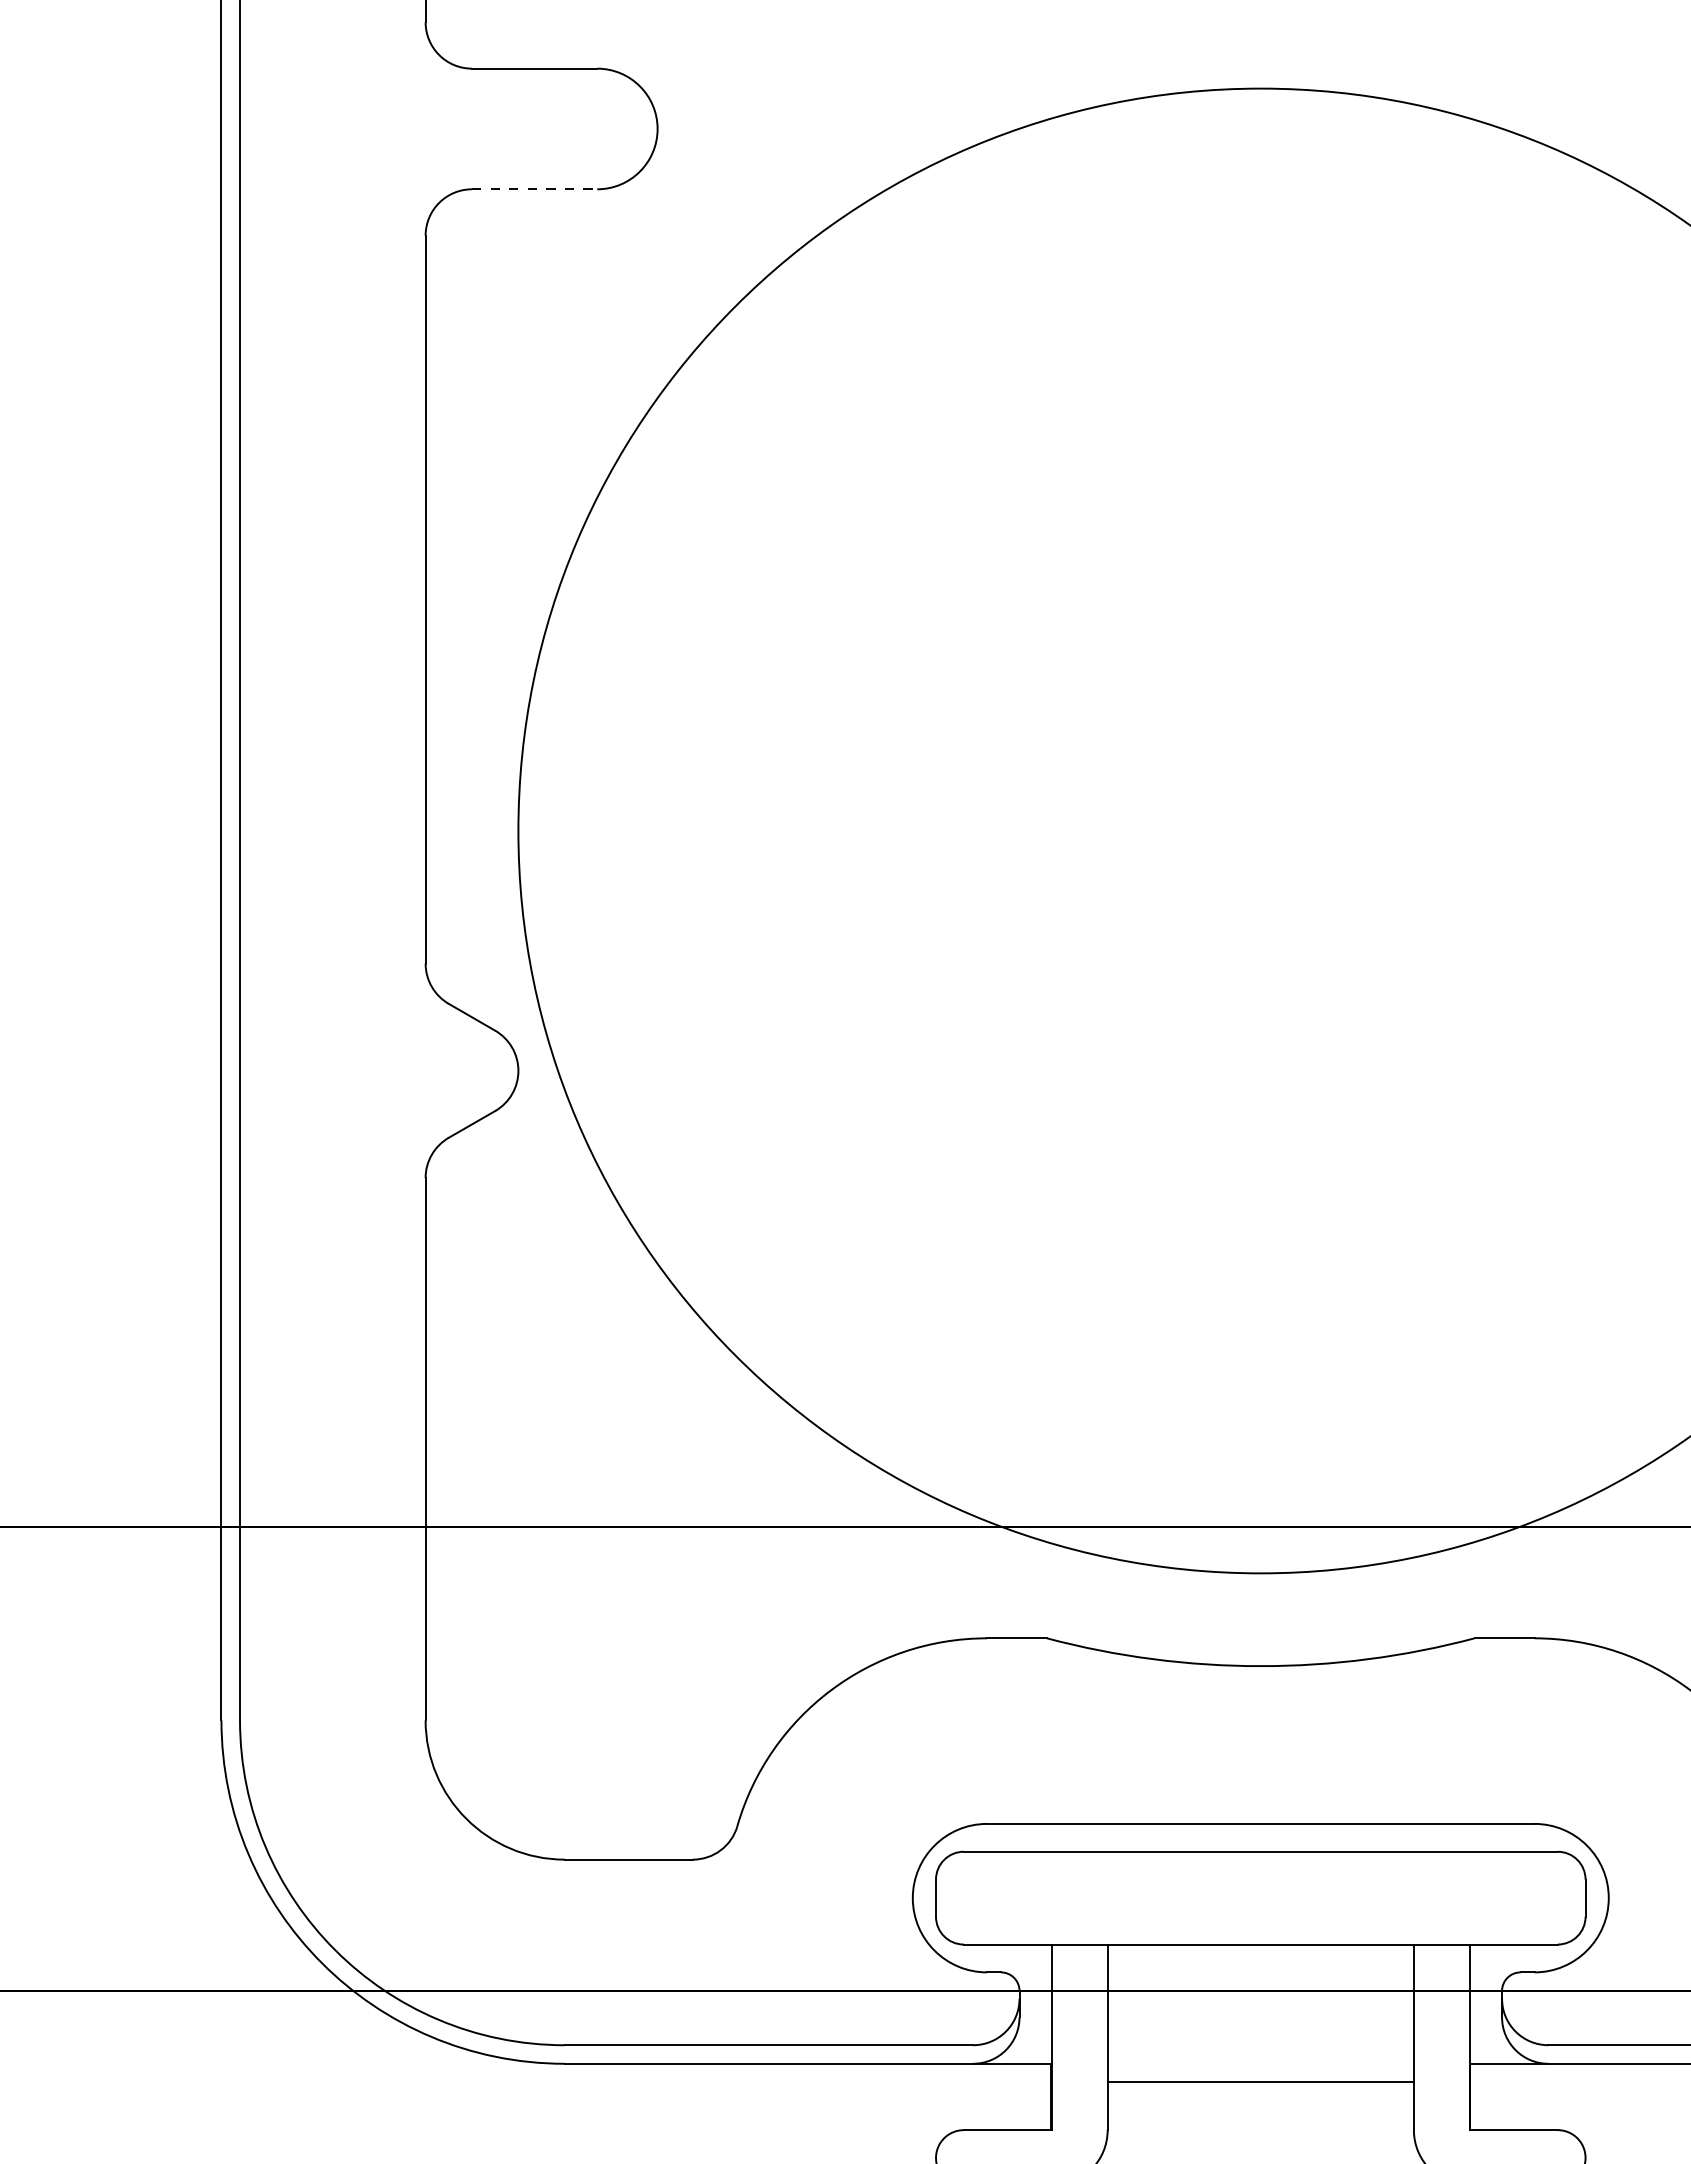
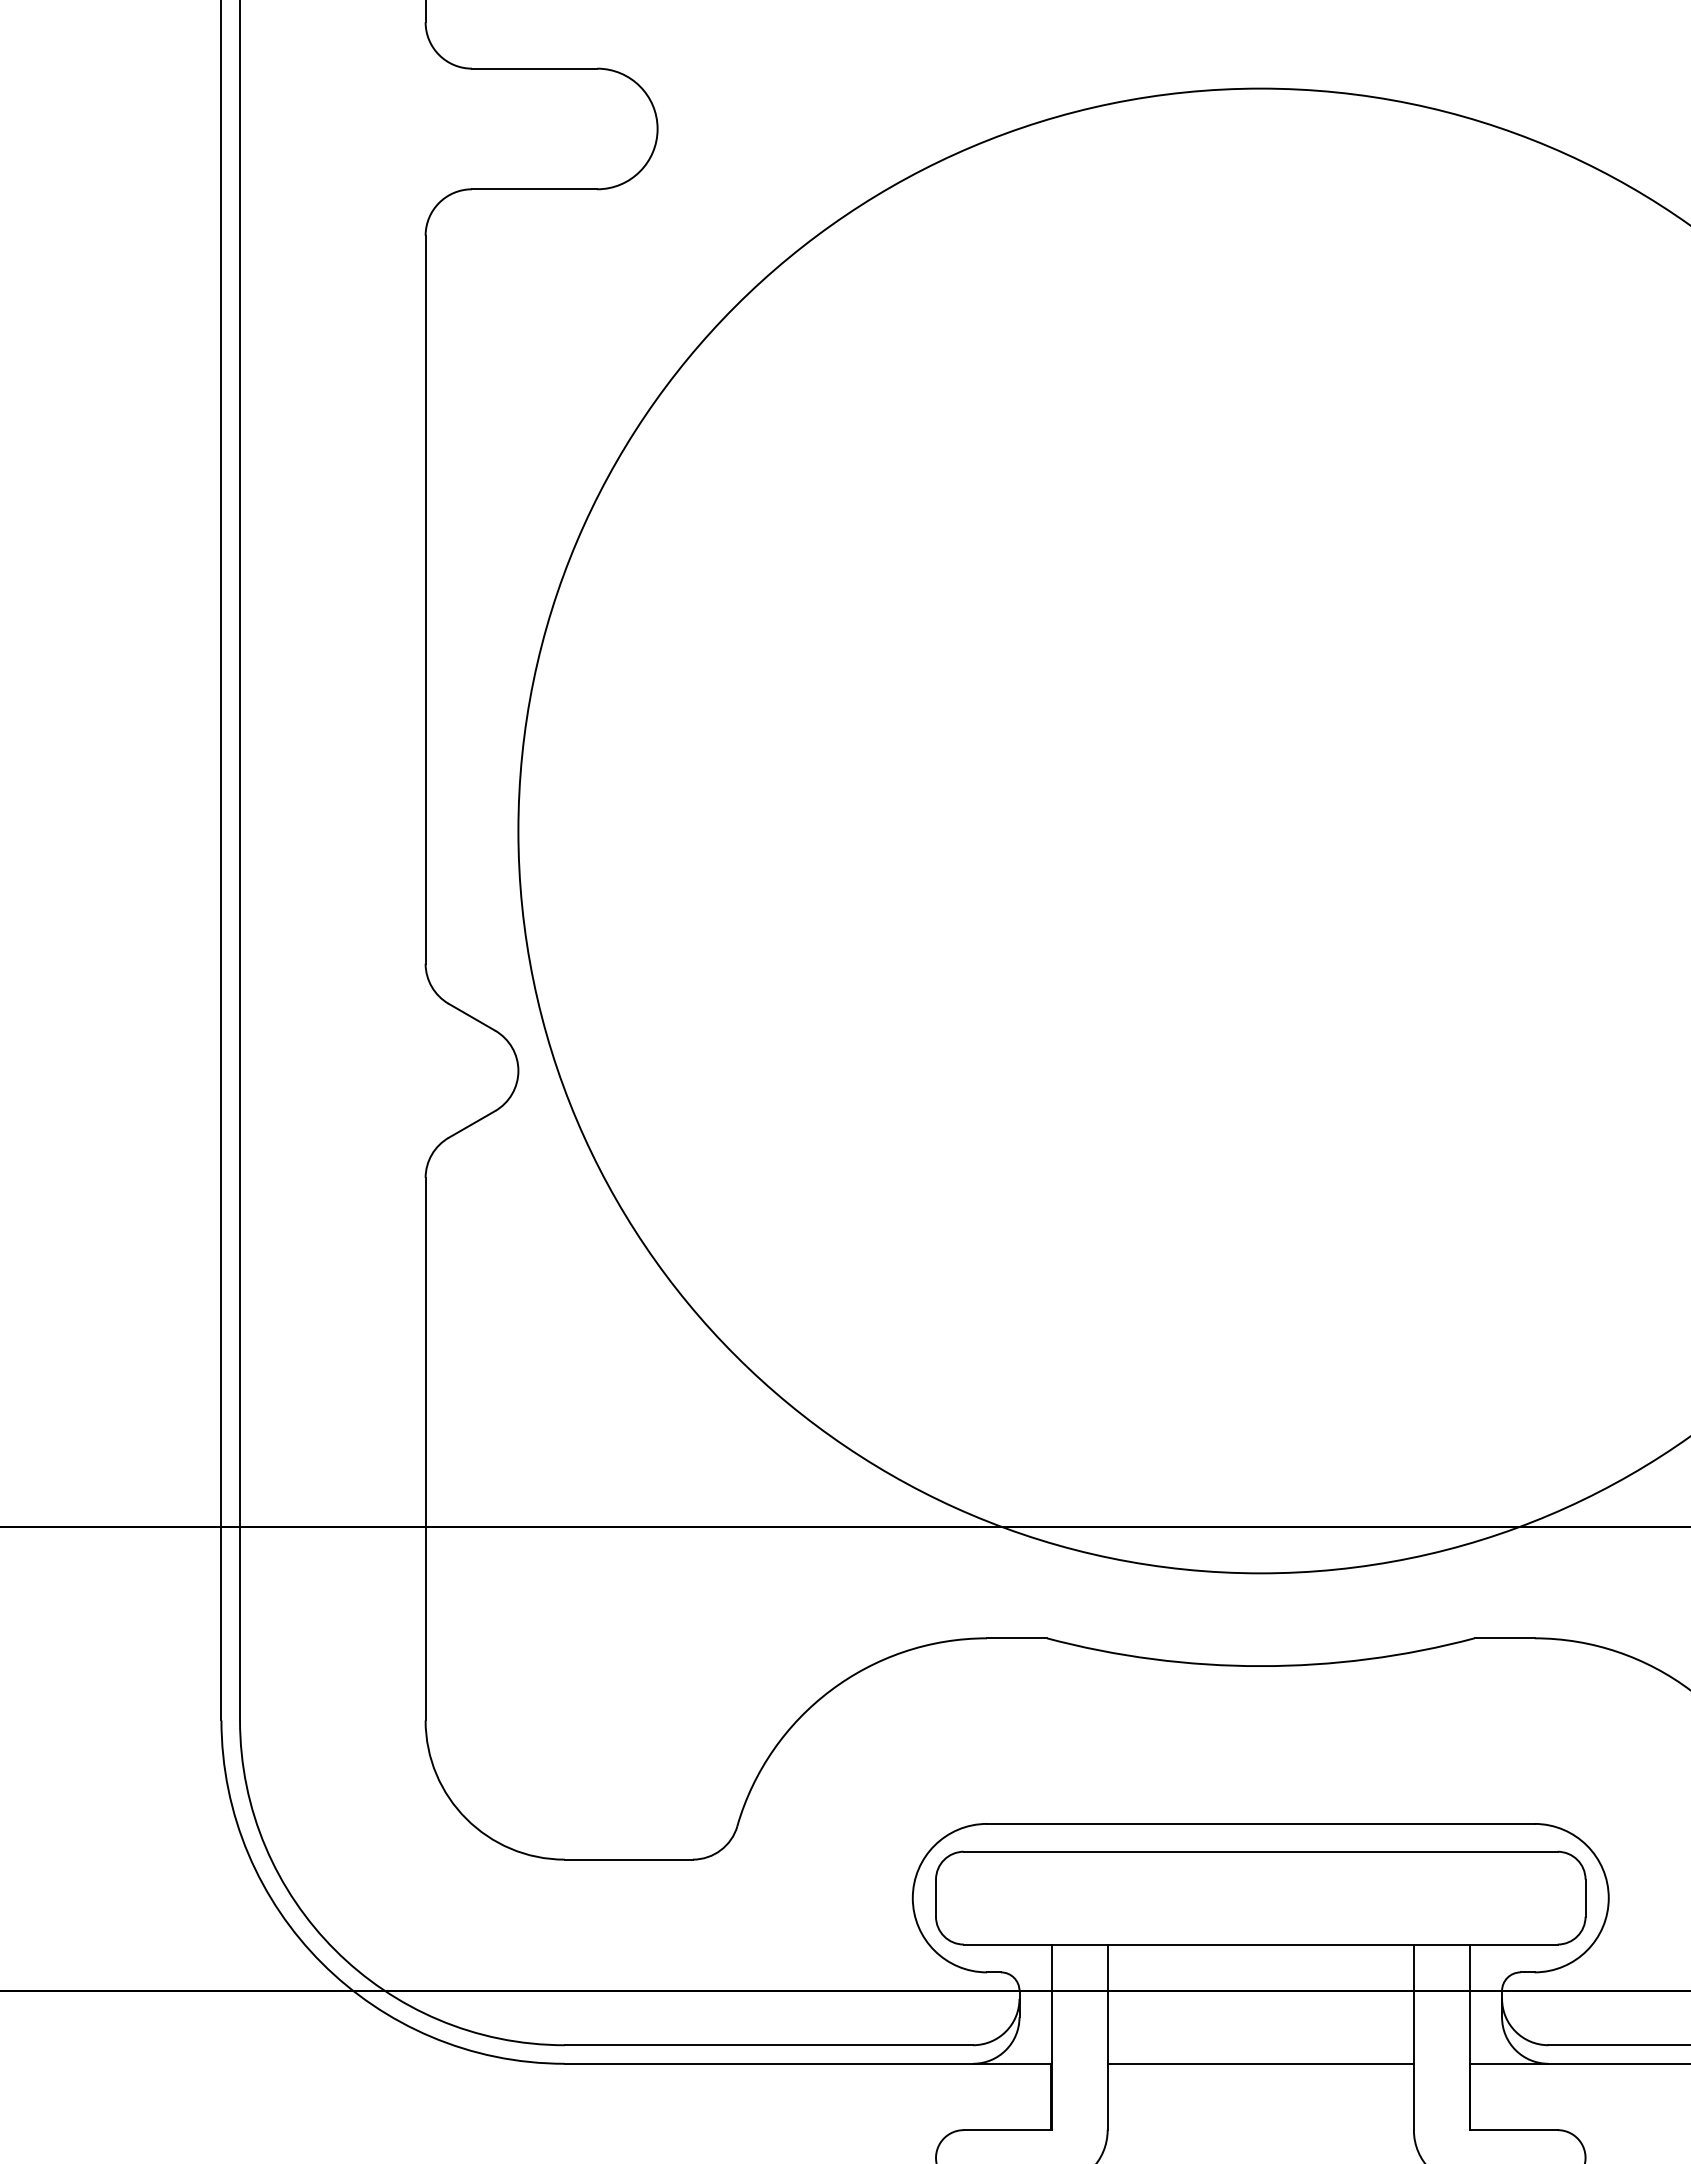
line at (534, 189): dashed -> solid
line at (1260, 2081) position: (1260, 2081) -> (1260, 2063)
